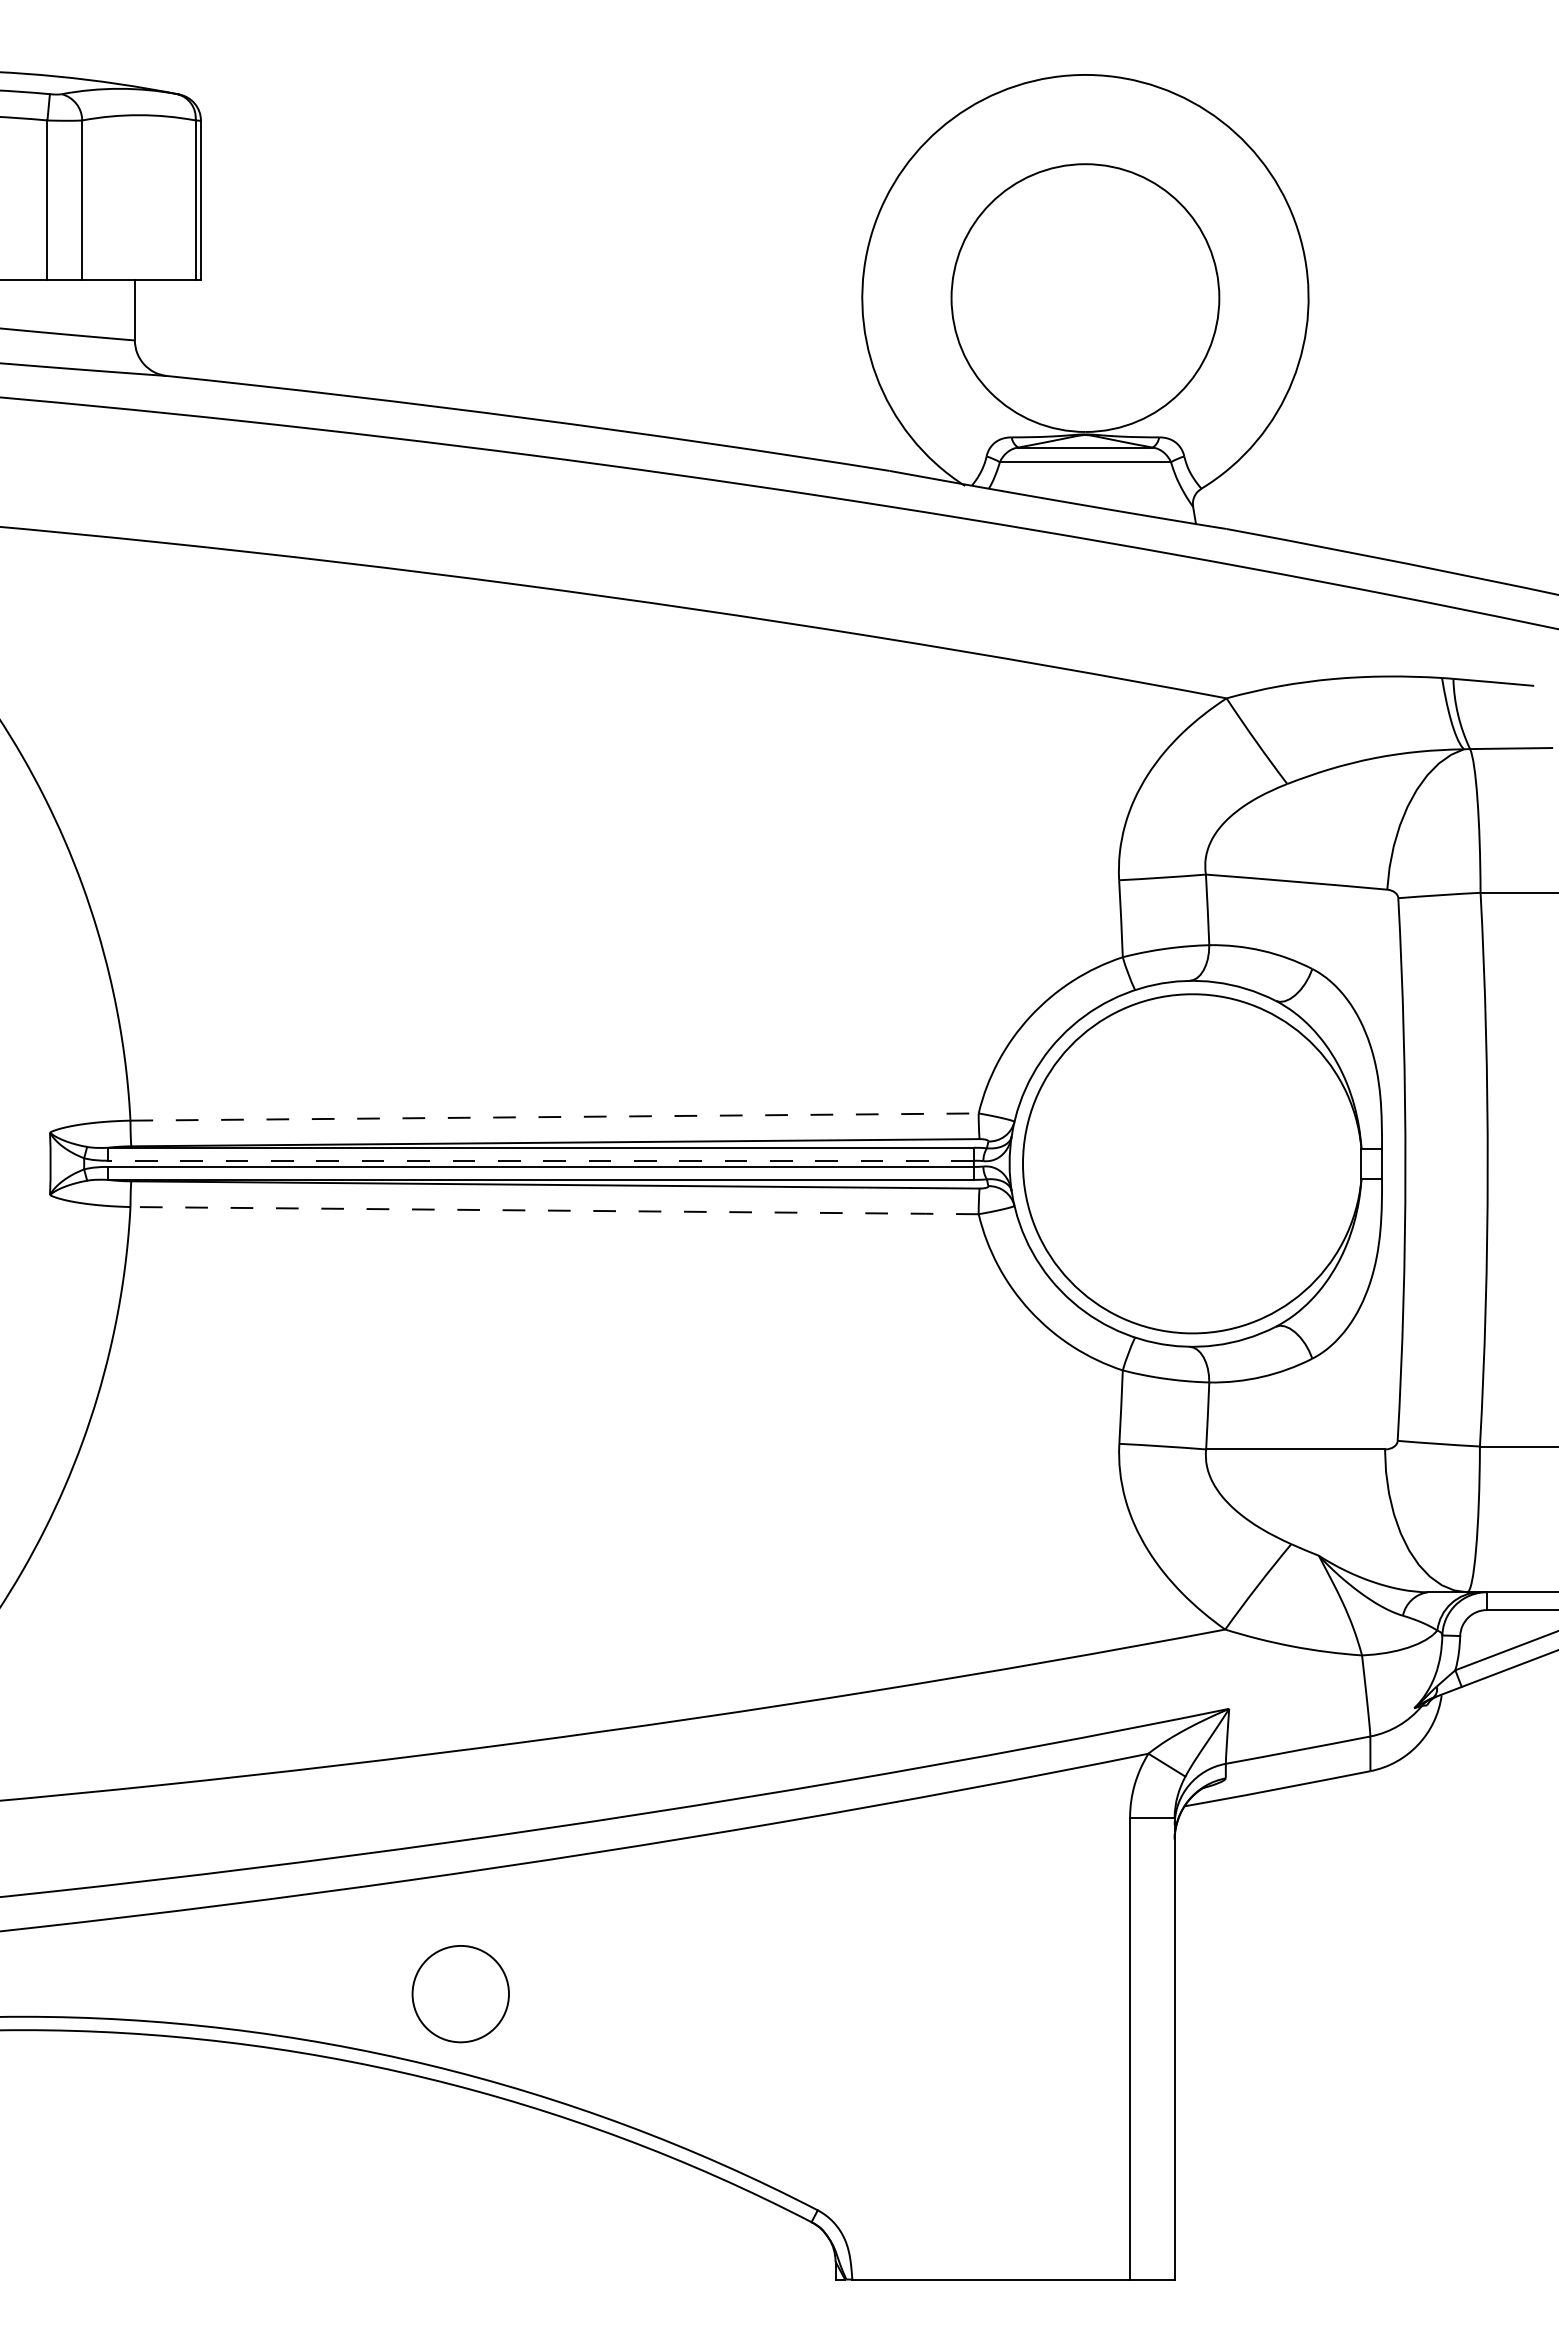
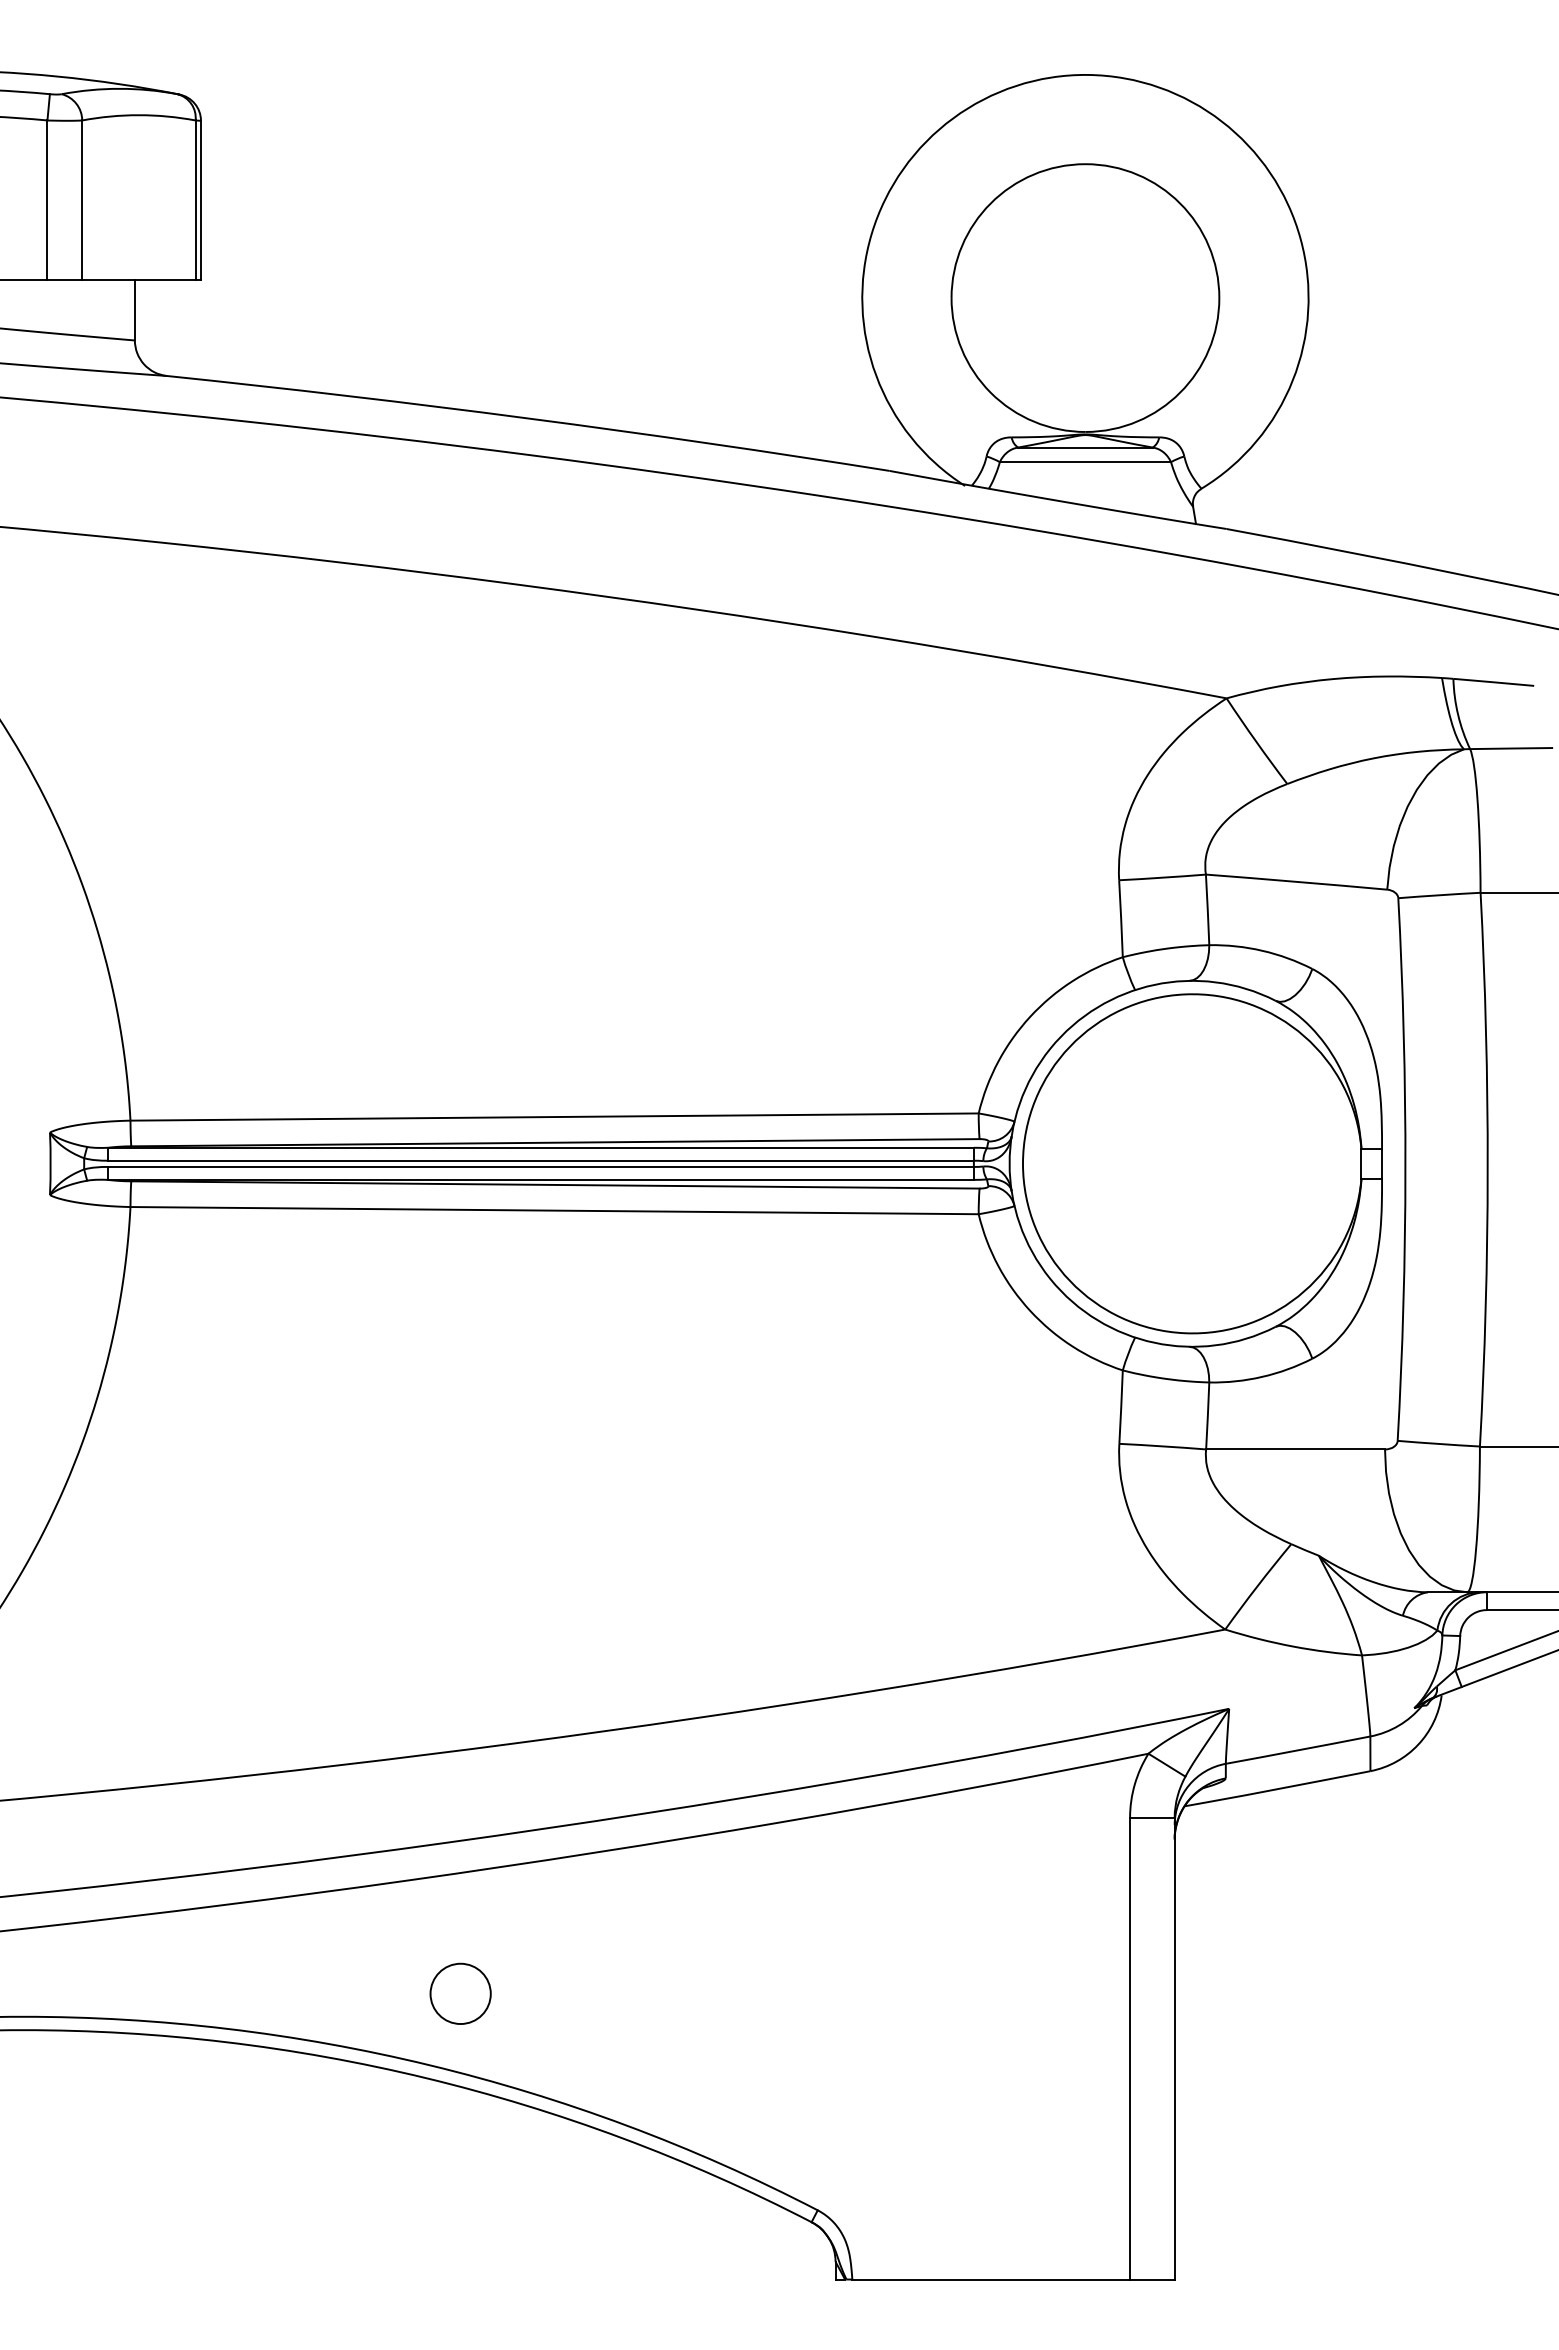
line at (552, 1117): dashed -> solid
line at (540, 1160): dashed -> solid
line at (556, 1210): dashed -> solid
circle at (460, 1994) size: 99x99 px -> 63x63 px
